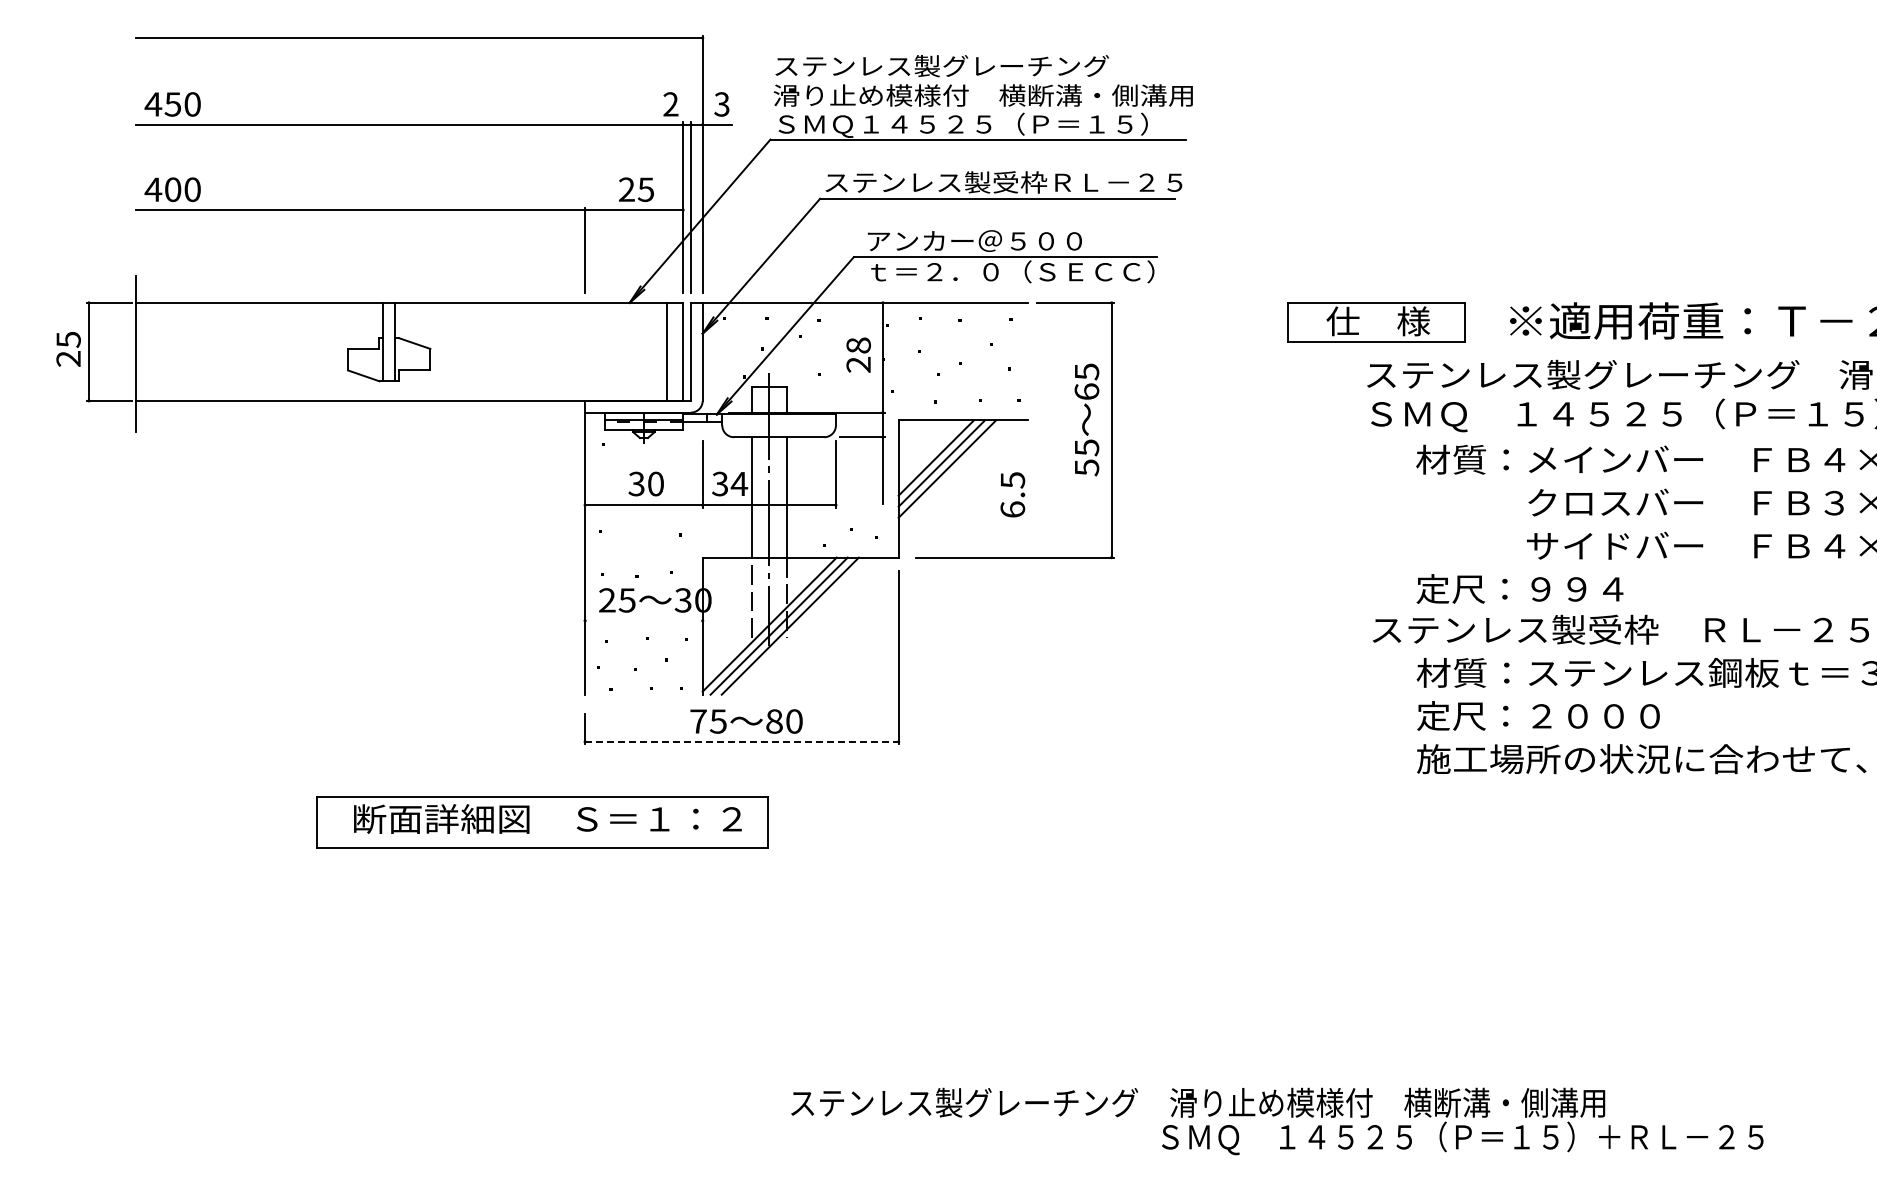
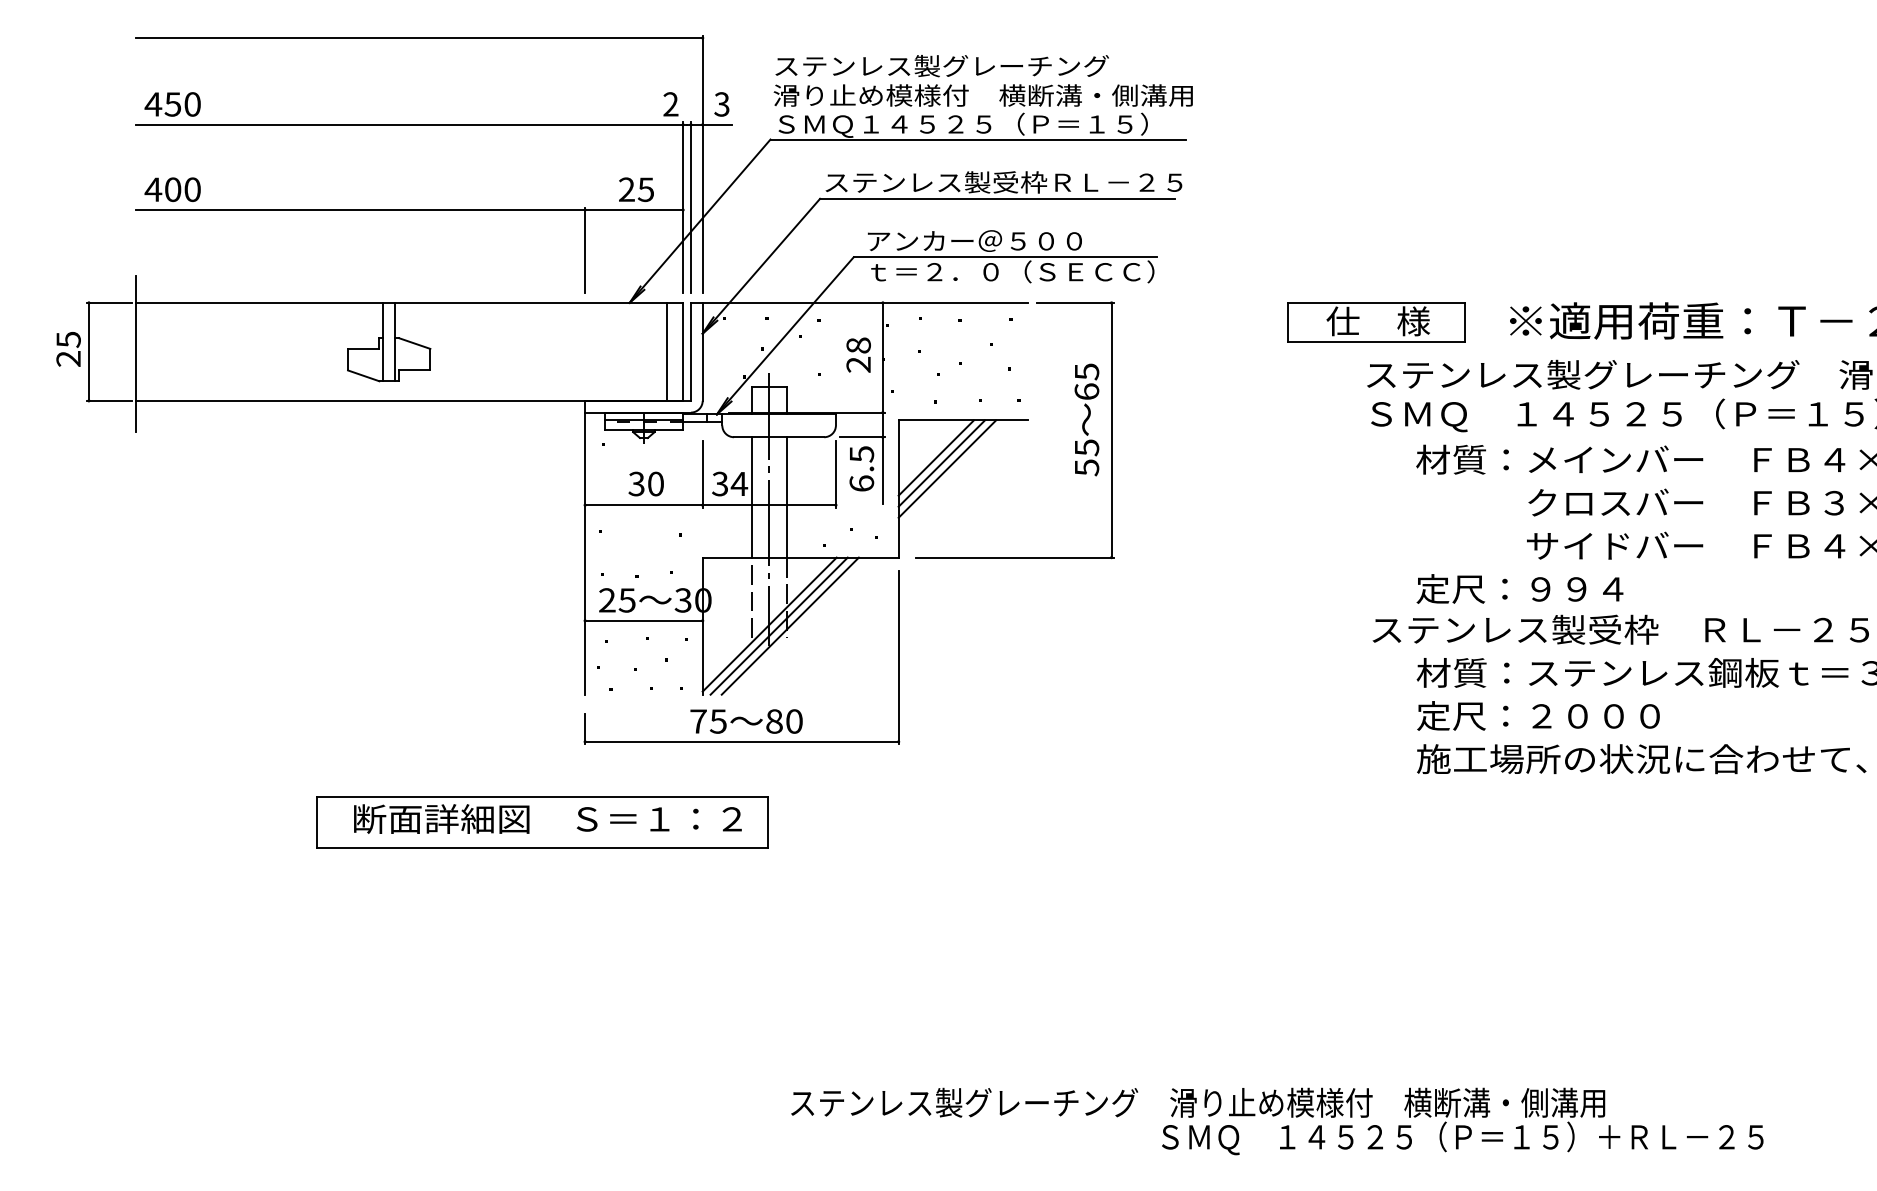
text at (1012, 494) position: (1012, 494) -> (861, 468)
line at (643, 620): none -> present
line at (741, 741): dashed -> solid
